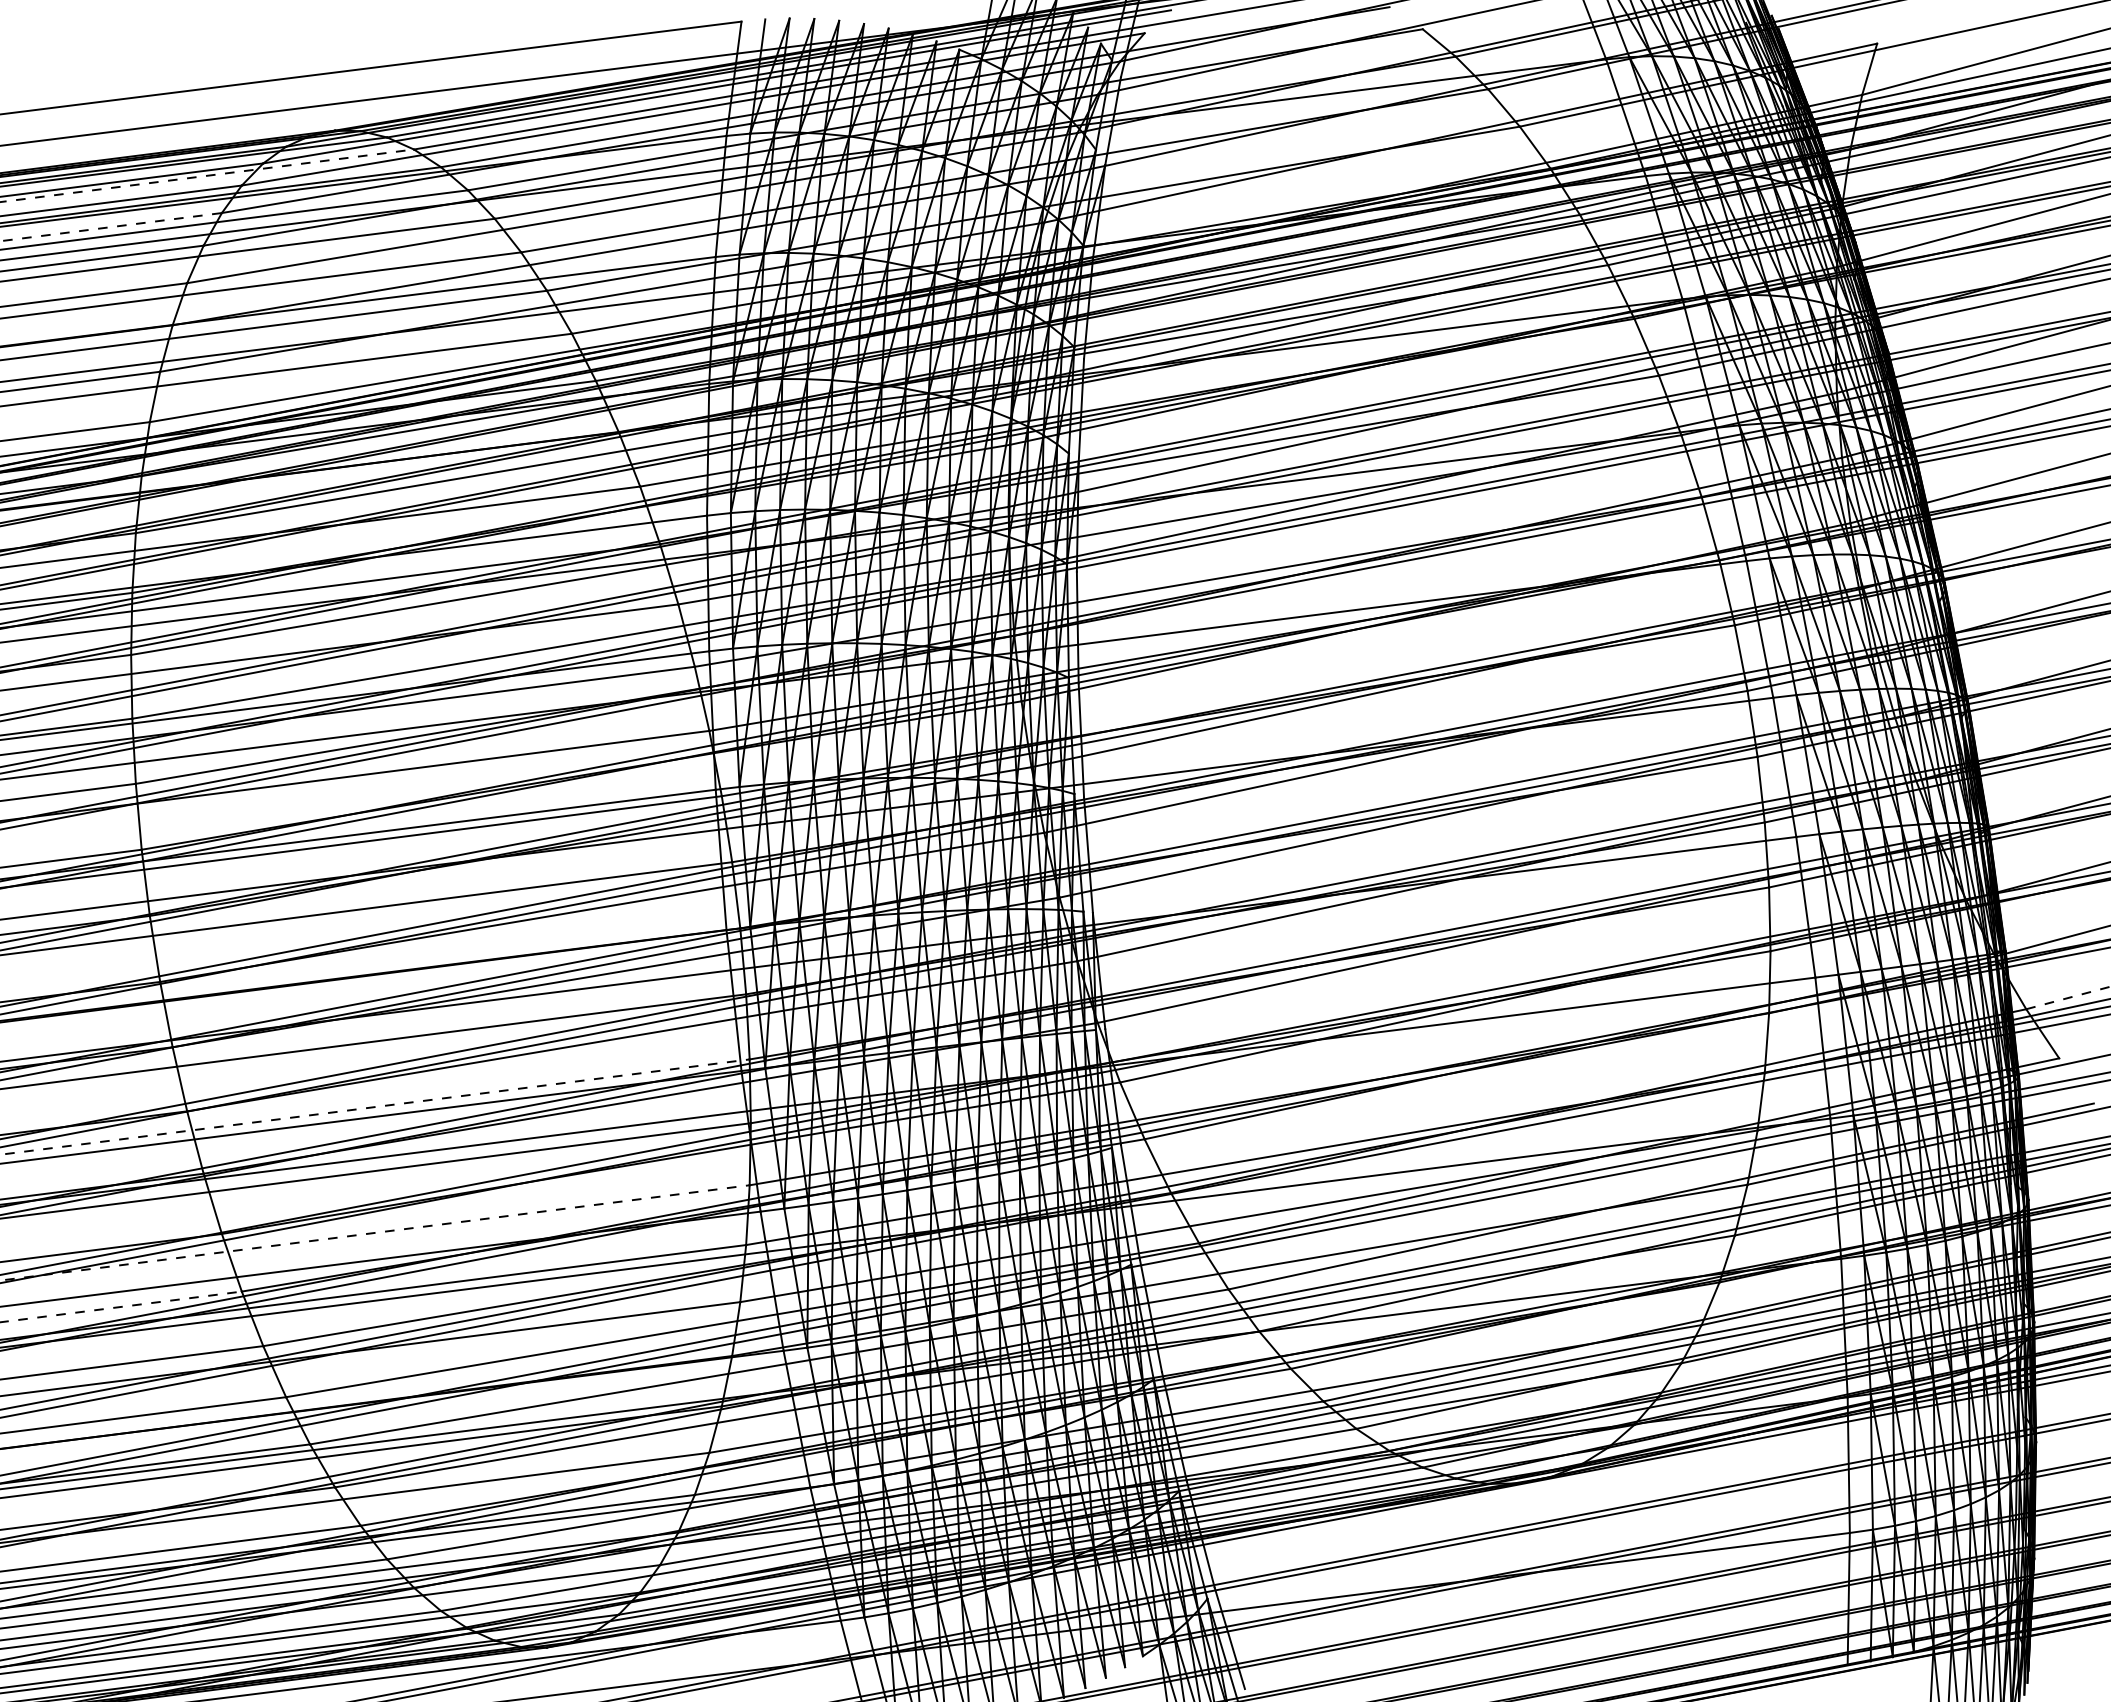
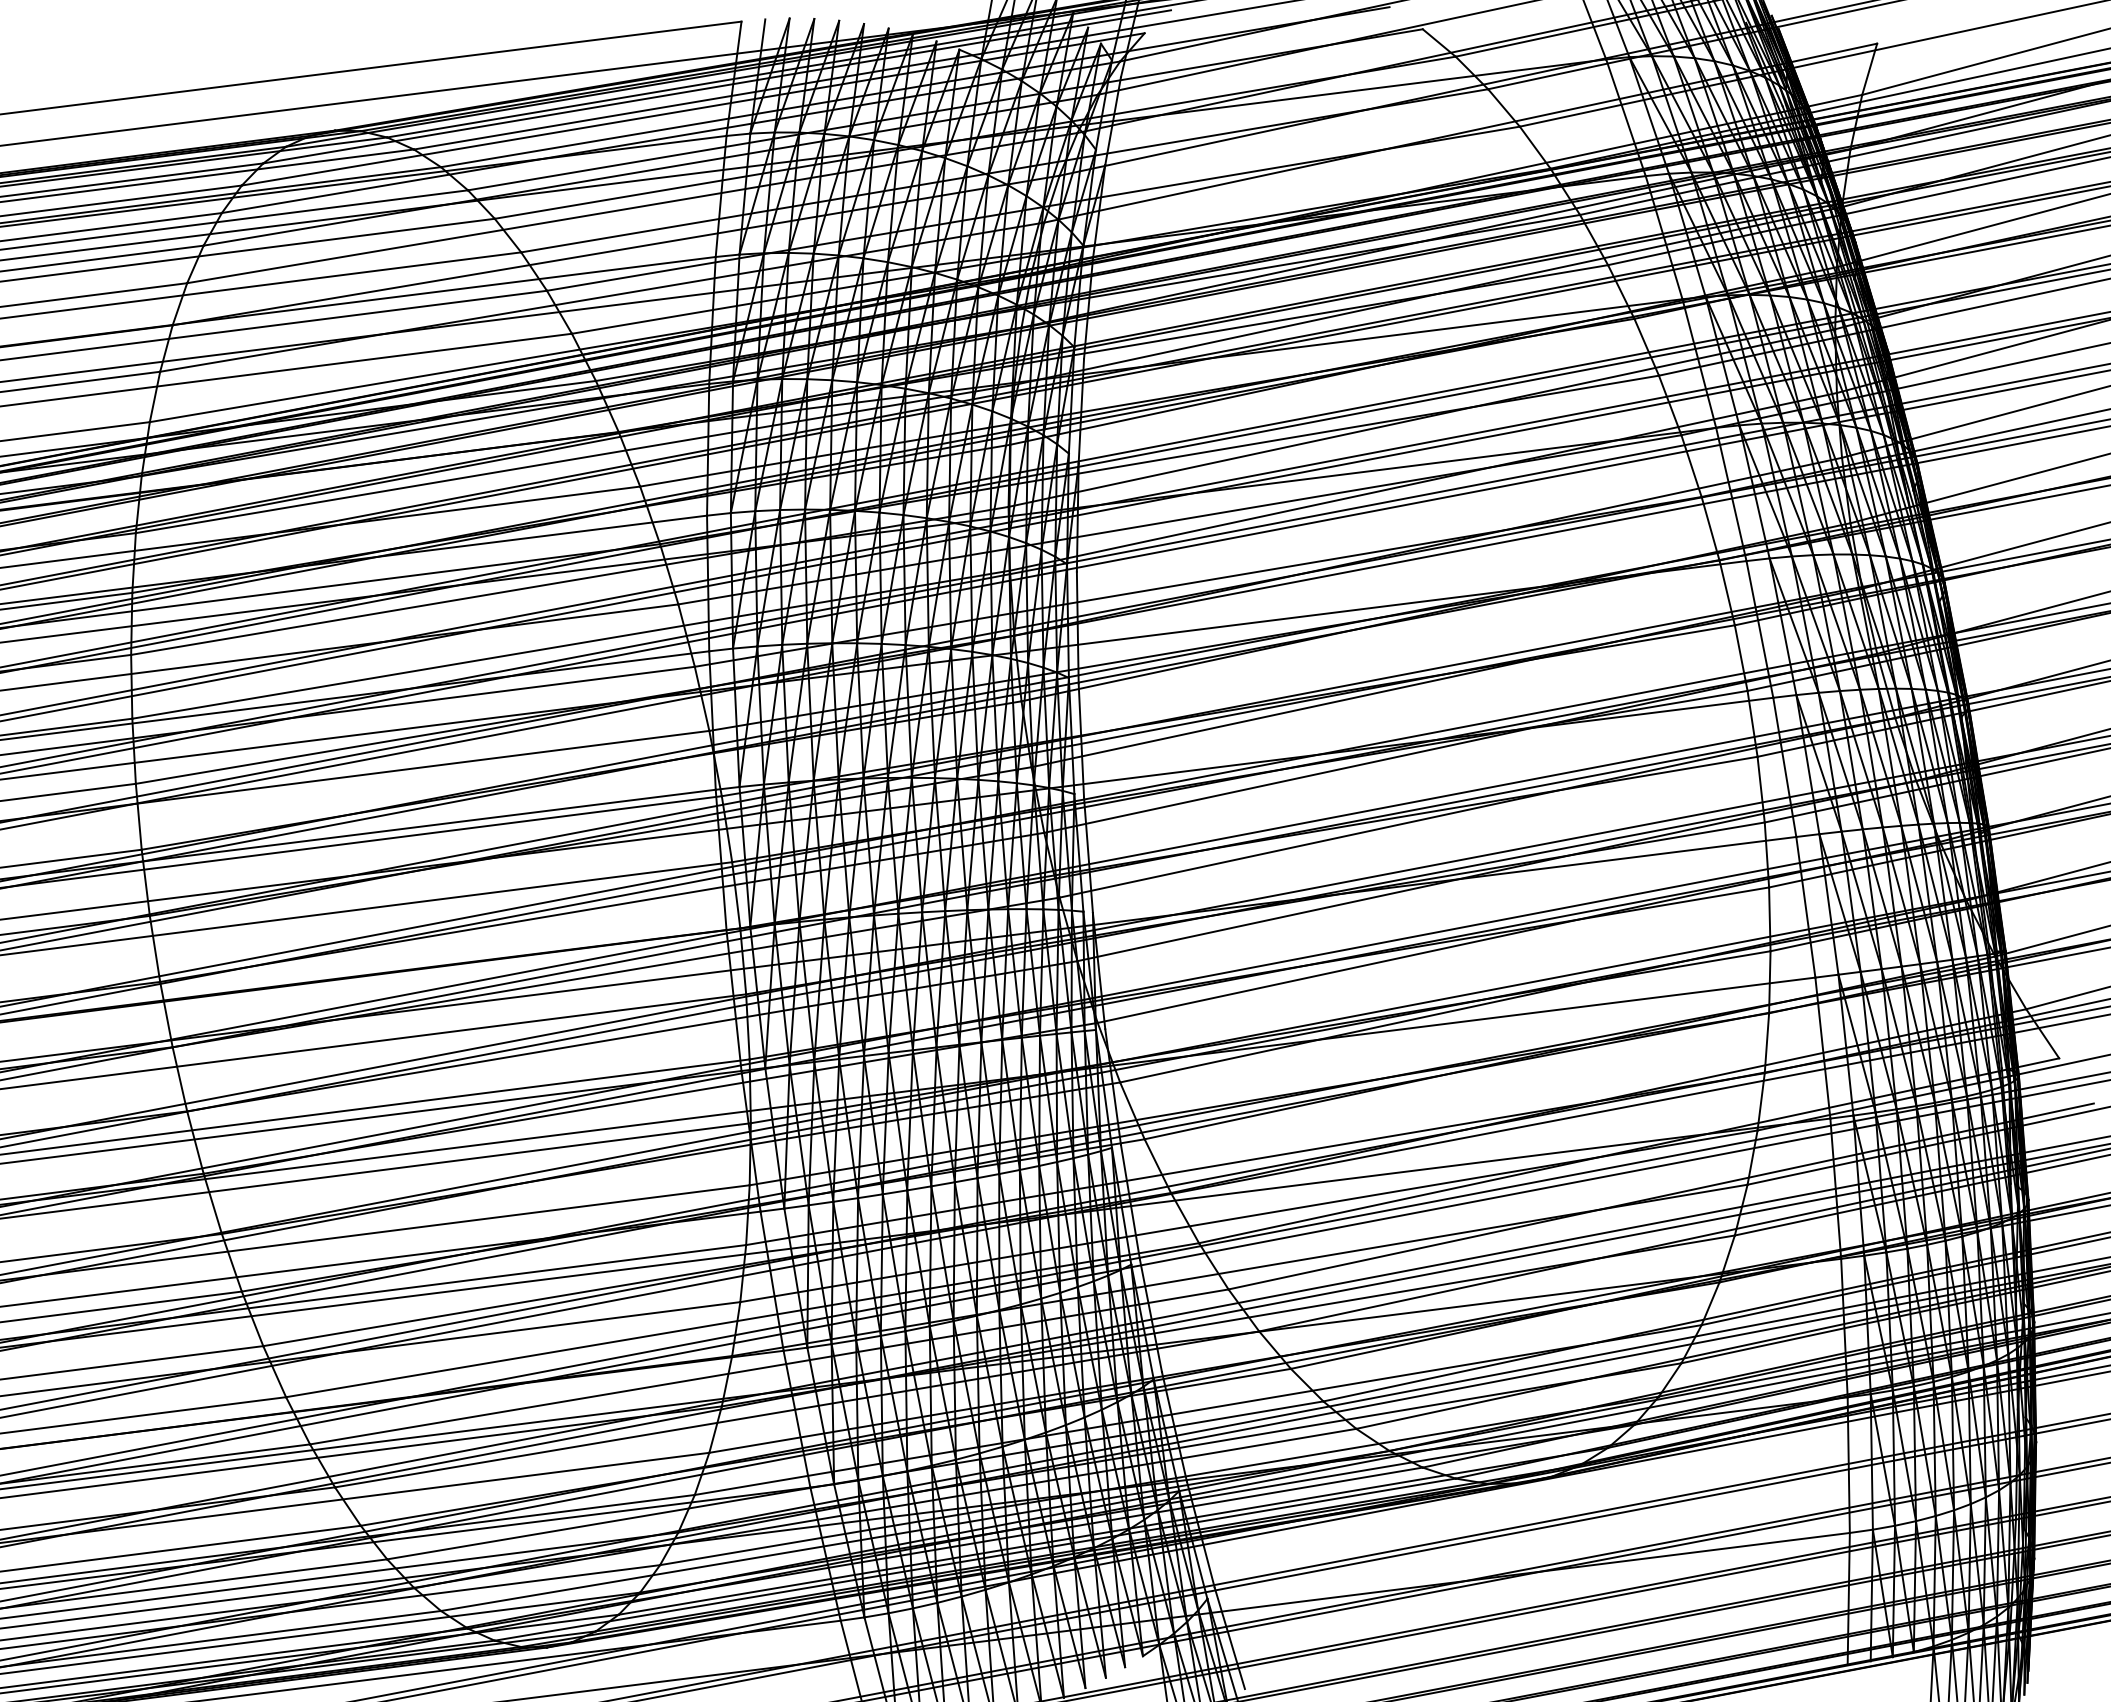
line at (207, 175): dashed -> solid
line at (111, 227): dashed -> solid
line at (2068, 997): dashed -> solid
line at (375, 1106): dashed -> solid
line at (375, 1232): dashed -> solid
line at (121, 1306): dashed -> solid
